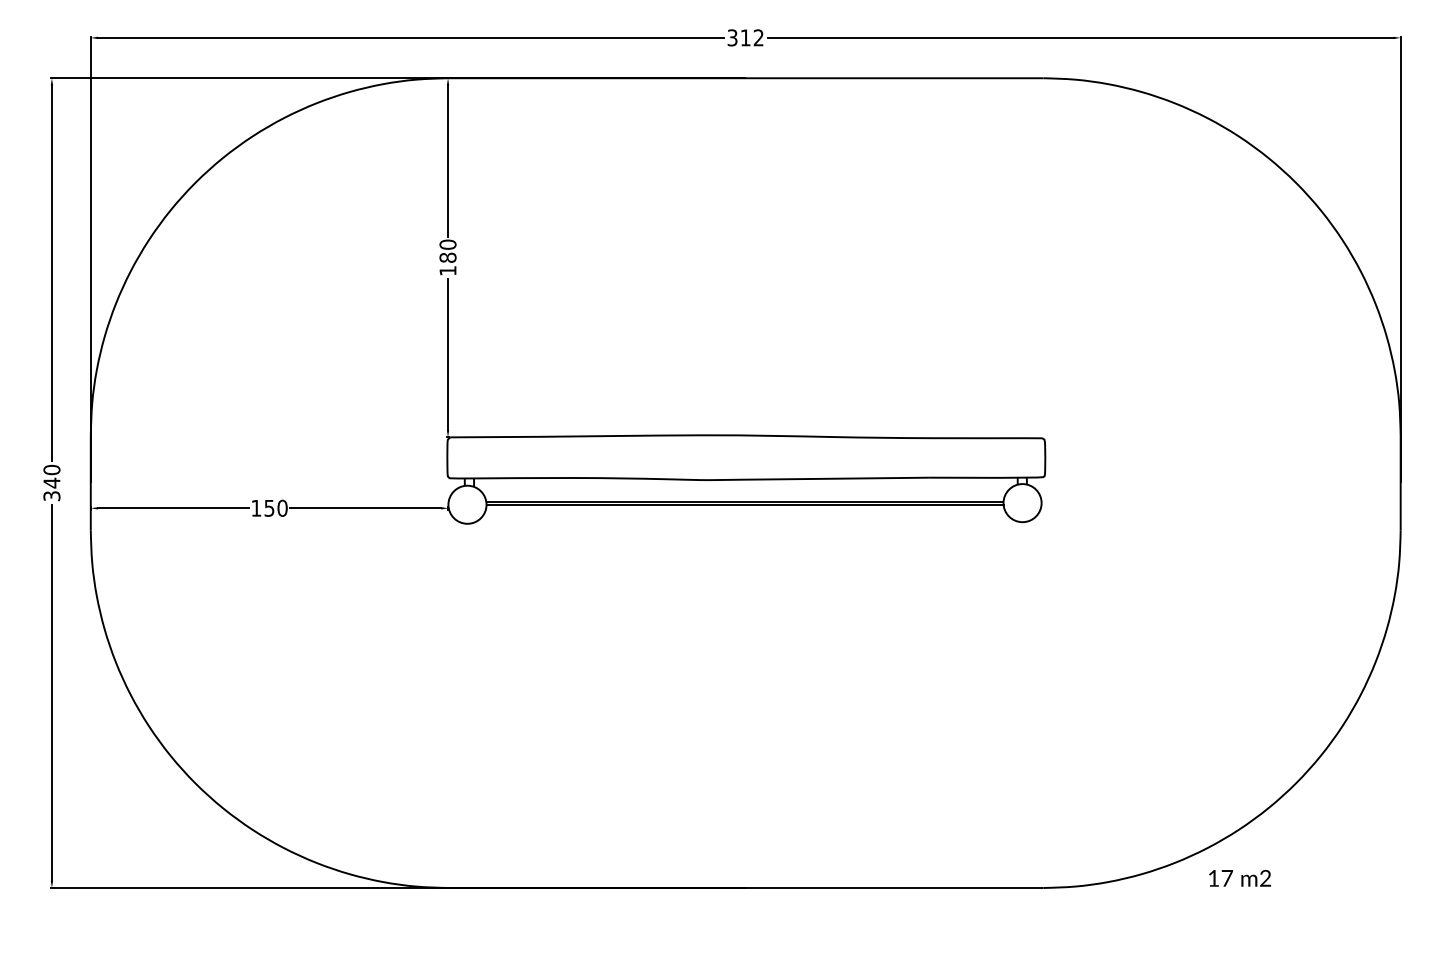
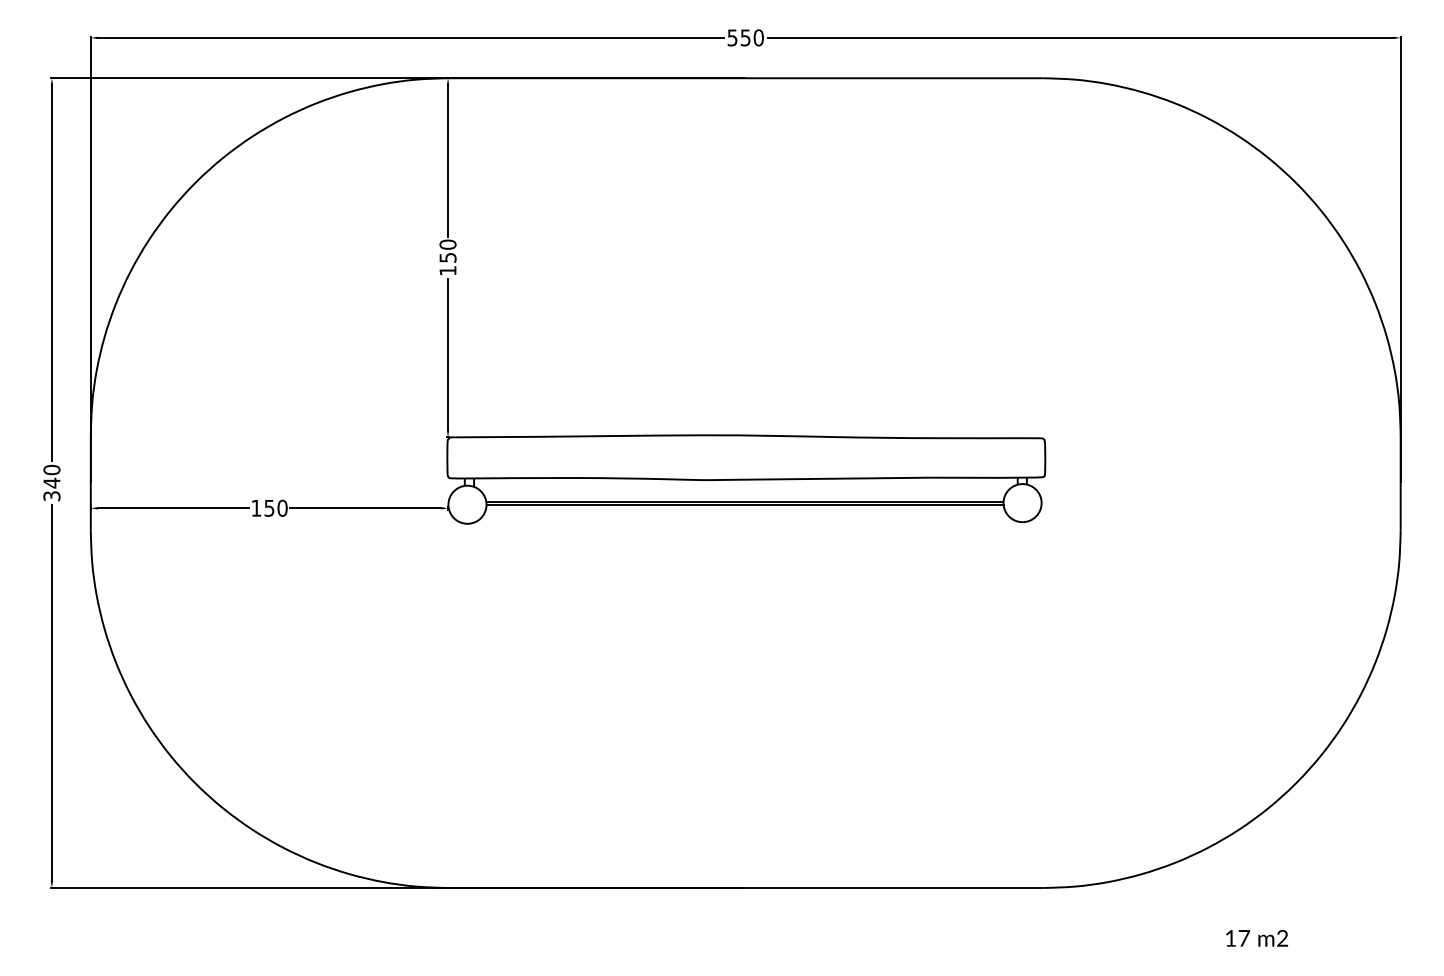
text at (745, 37): 312 -> 550
text at (447, 257): 180 -> 150
text at (1239, 878) position: (1239, 878) -> (1256, 938)
